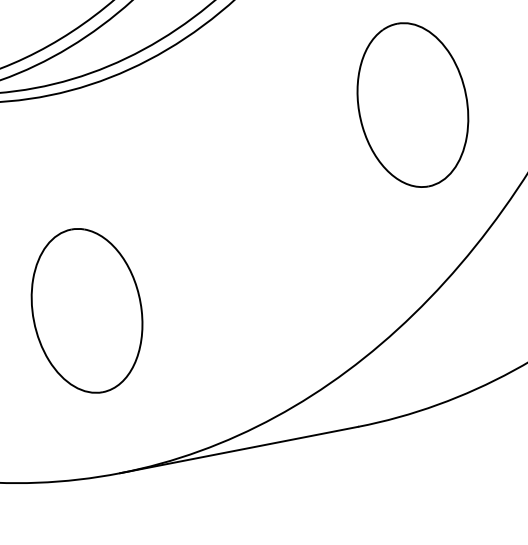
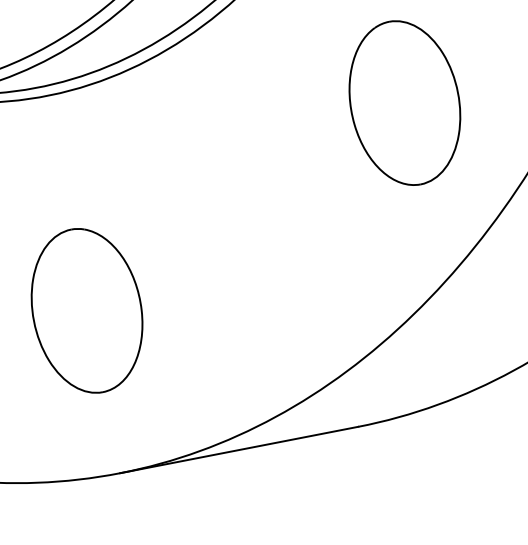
part at (412, 104) position: (412, 104) -> (404, 102)
